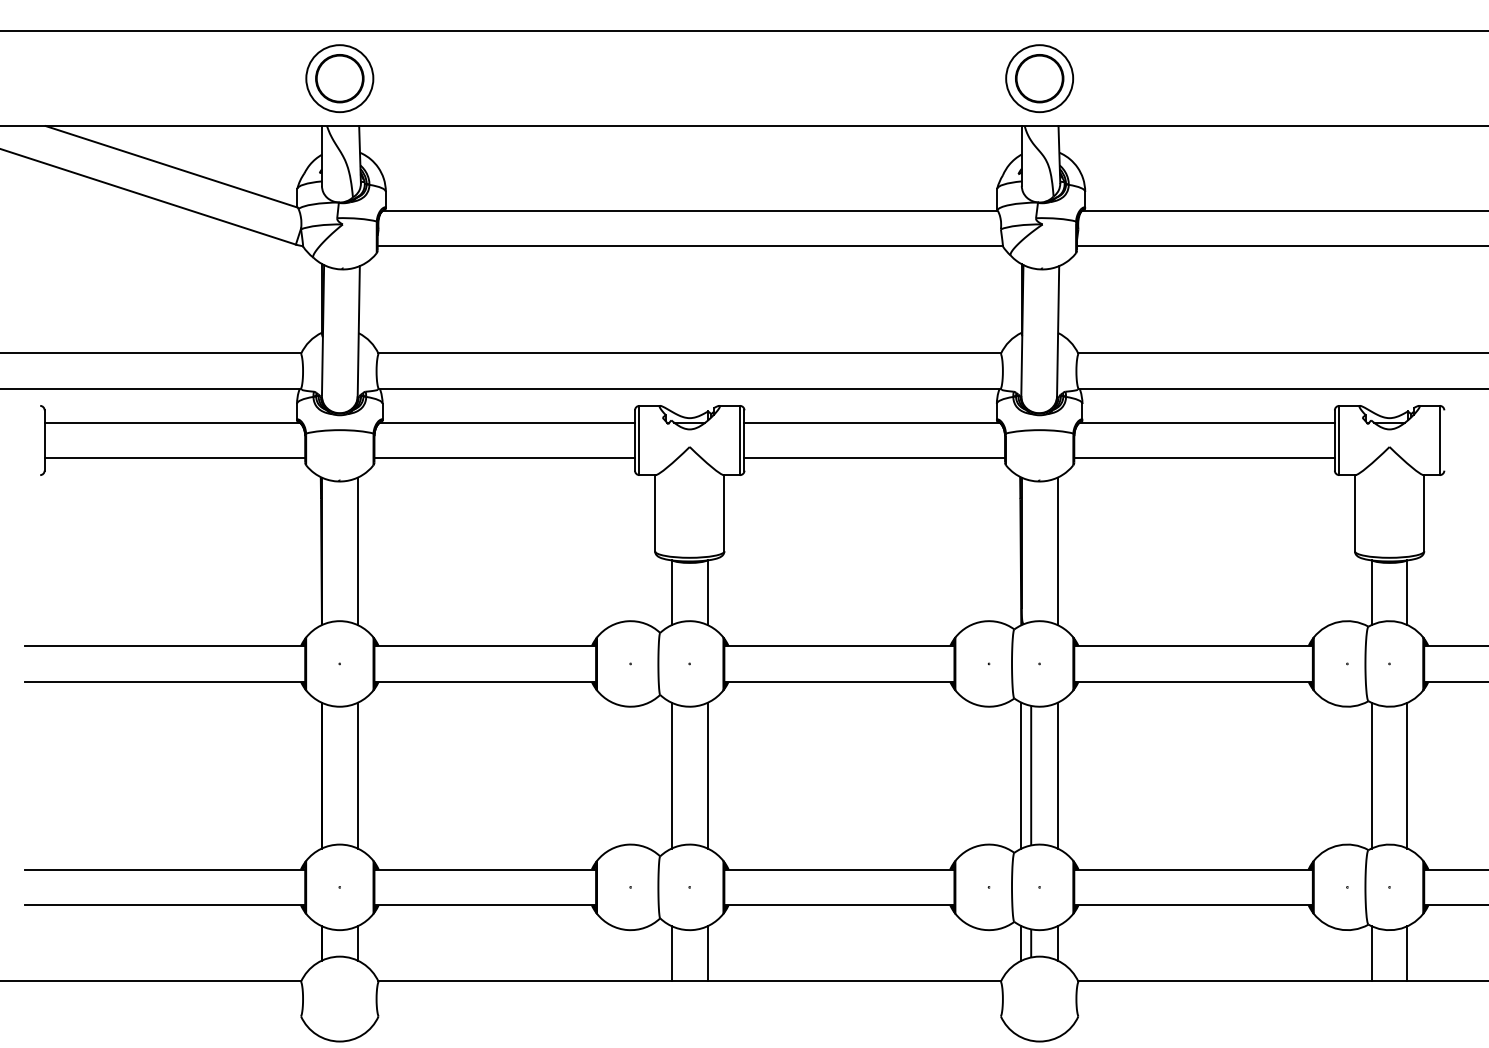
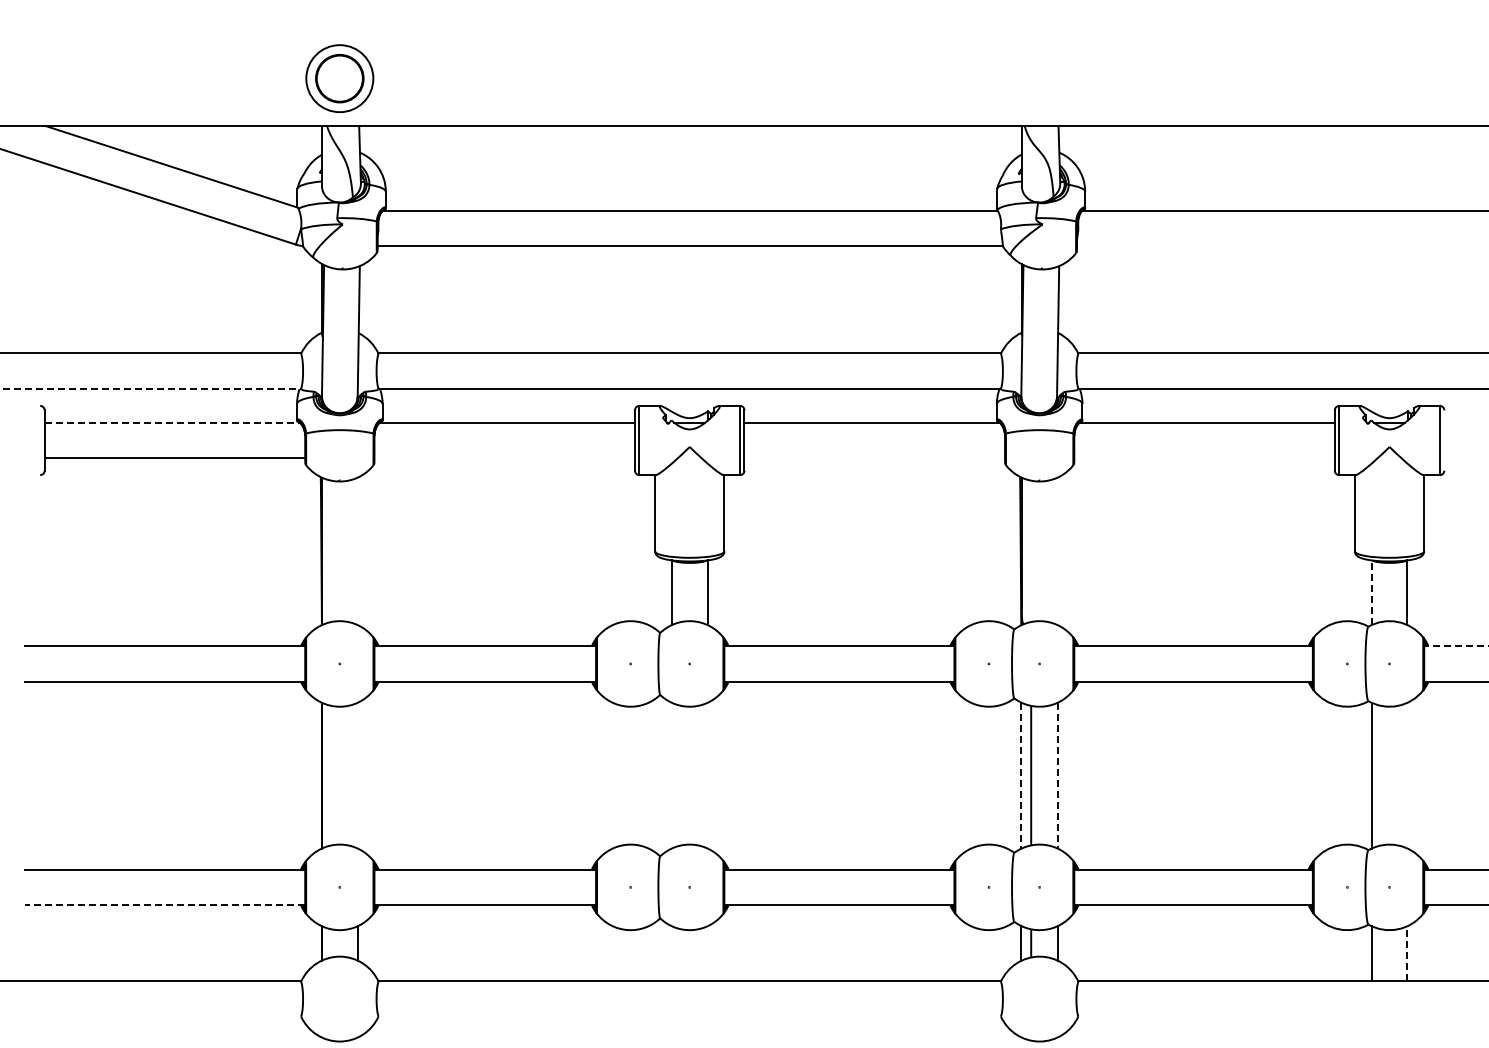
line at (743, 31): present -> none
part at (1039, 78): present -> none
line at (1281, 246): present -> none
line at (150, 389): solid -> dashed
line at (172, 422): solid -> dashed
line at (504, 458): present -> none
line at (874, 458): present -> none
line at (1204, 458): present -> none
line at (357, 551): present -> none
line at (1057, 551): present -> none
line at (1371, 592): solid -> dashed
line at (1456, 646): solid -> dashed
line at (357, 775): present -> none
line at (671, 775): present -> none
line at (707, 775): present -> none
line at (1057, 775): solid -> dashed
line at (1407, 775): present -> none
line at (1021, 776): solid -> dashed
line at (164, 905): solid -> dashed
line at (671, 953): present -> none
line at (707, 953): present -> none
line at (1407, 953): solid -> dashed
